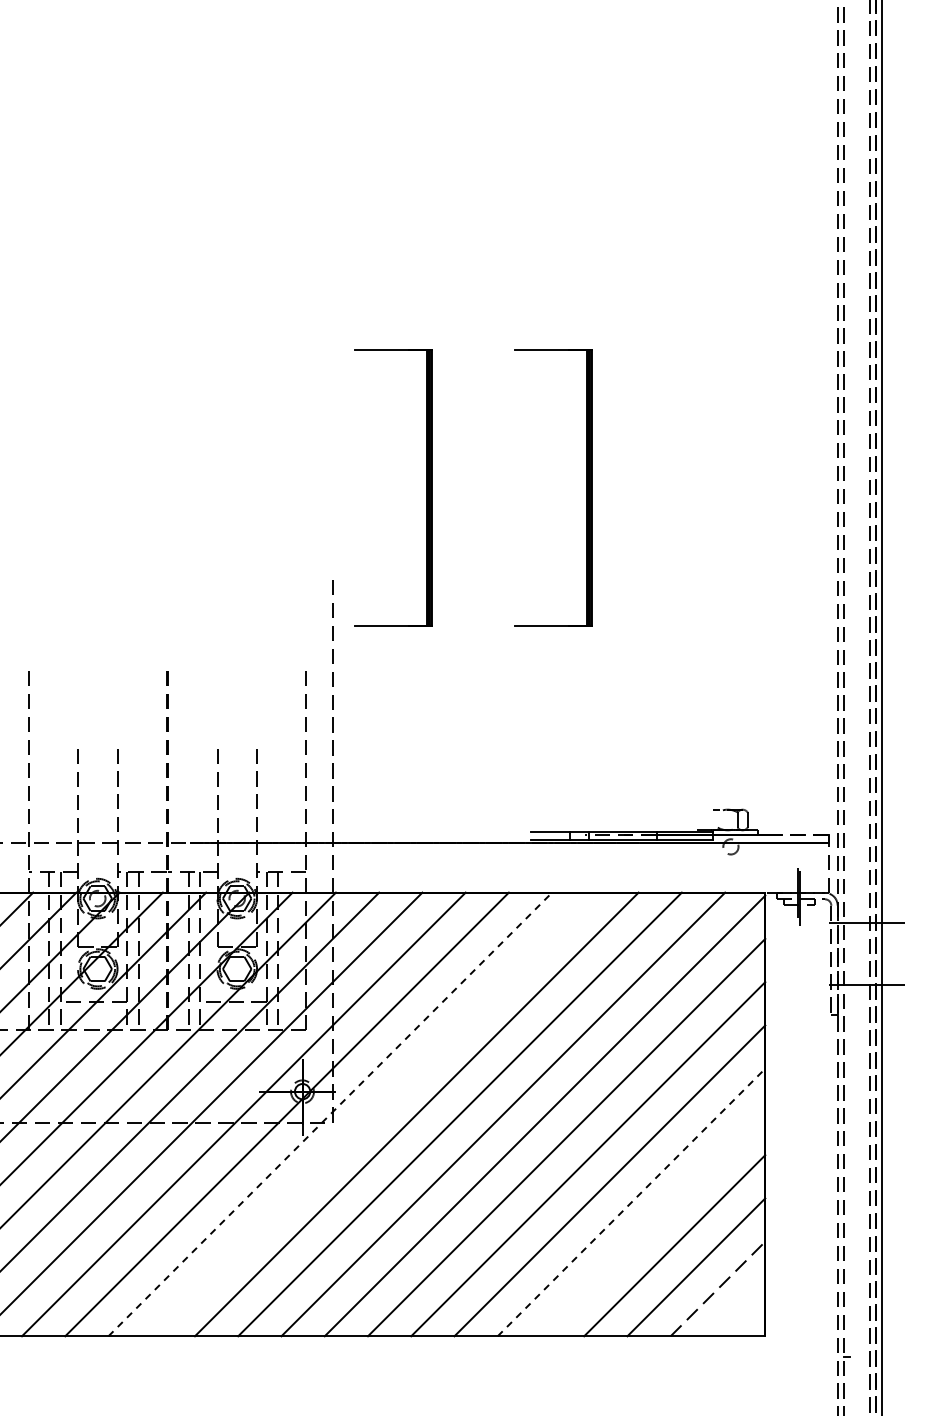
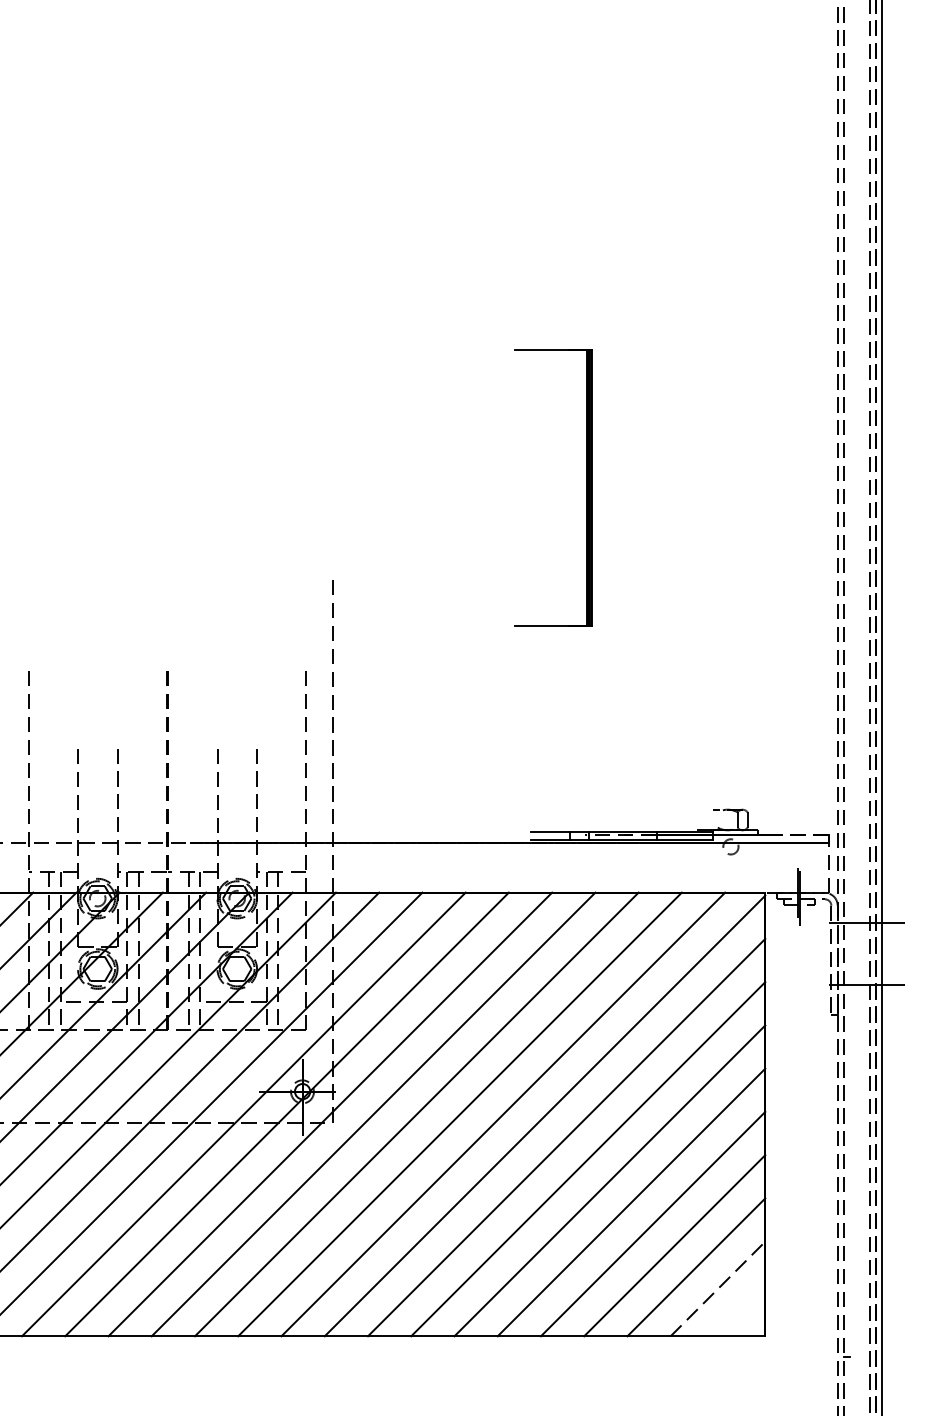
part at (426, 487): present -> none
line at (330, 1114): dashed -> solid
line at (373, 1114): none -> present
line at (631, 1202): dashed -> solid
line at (652, 1223): none -> present
